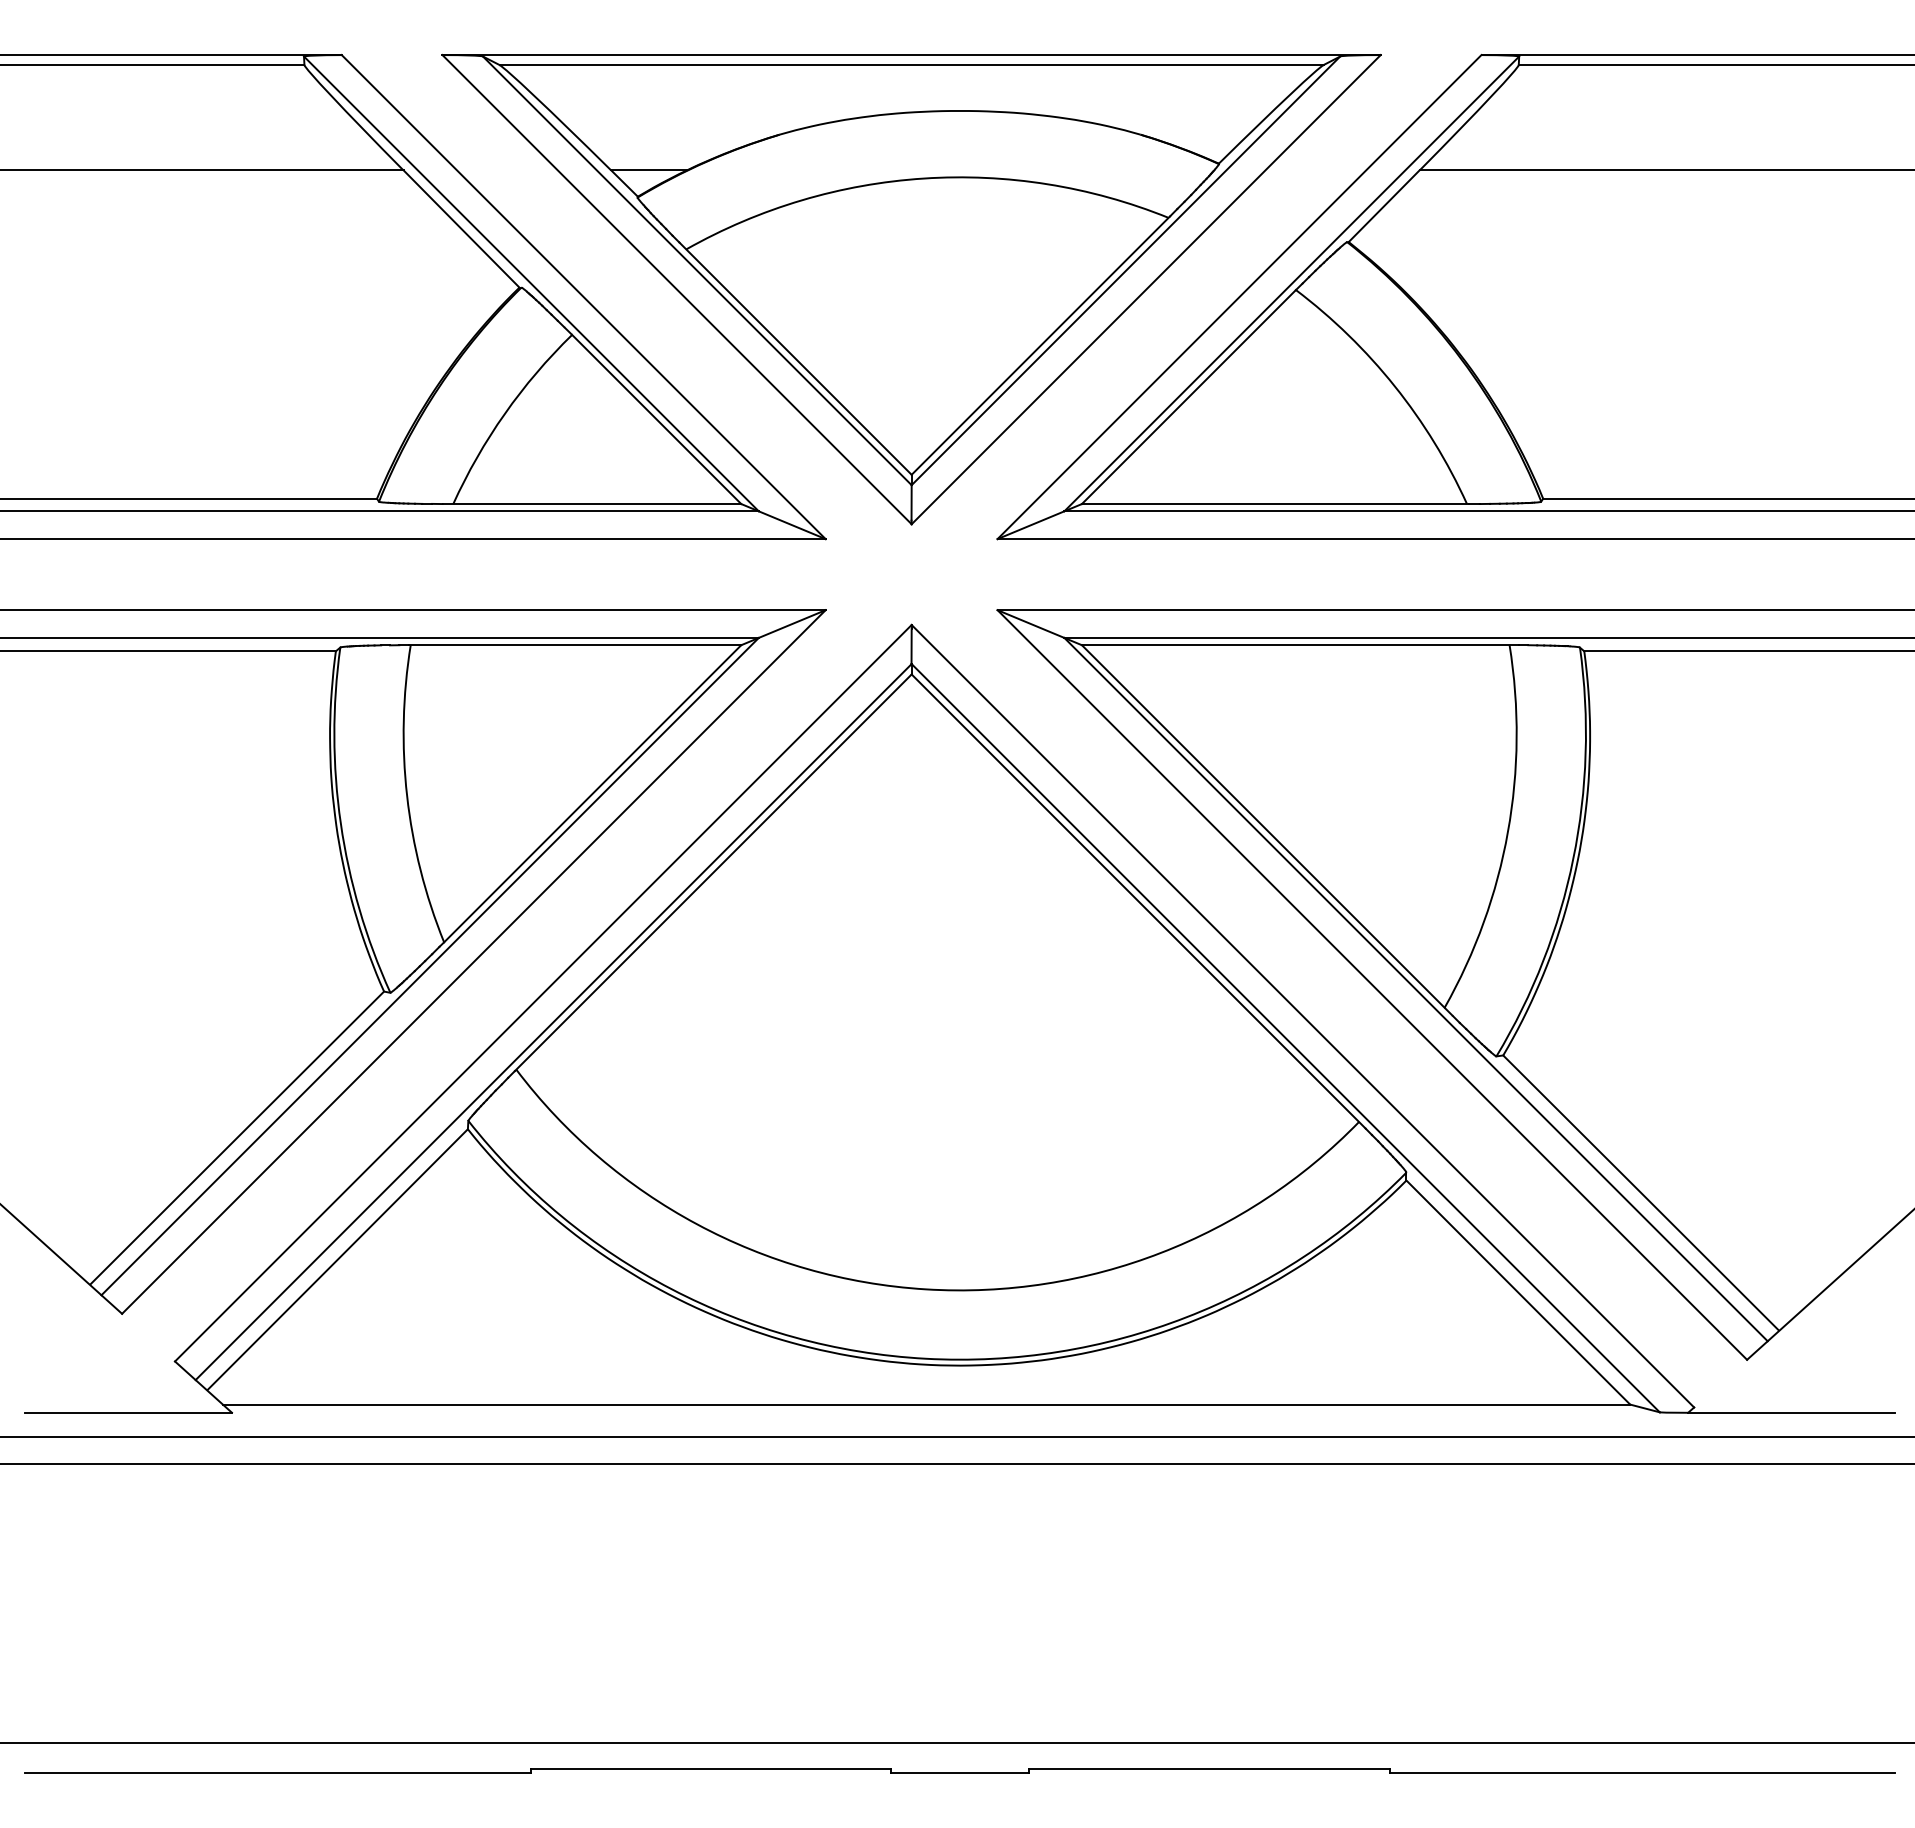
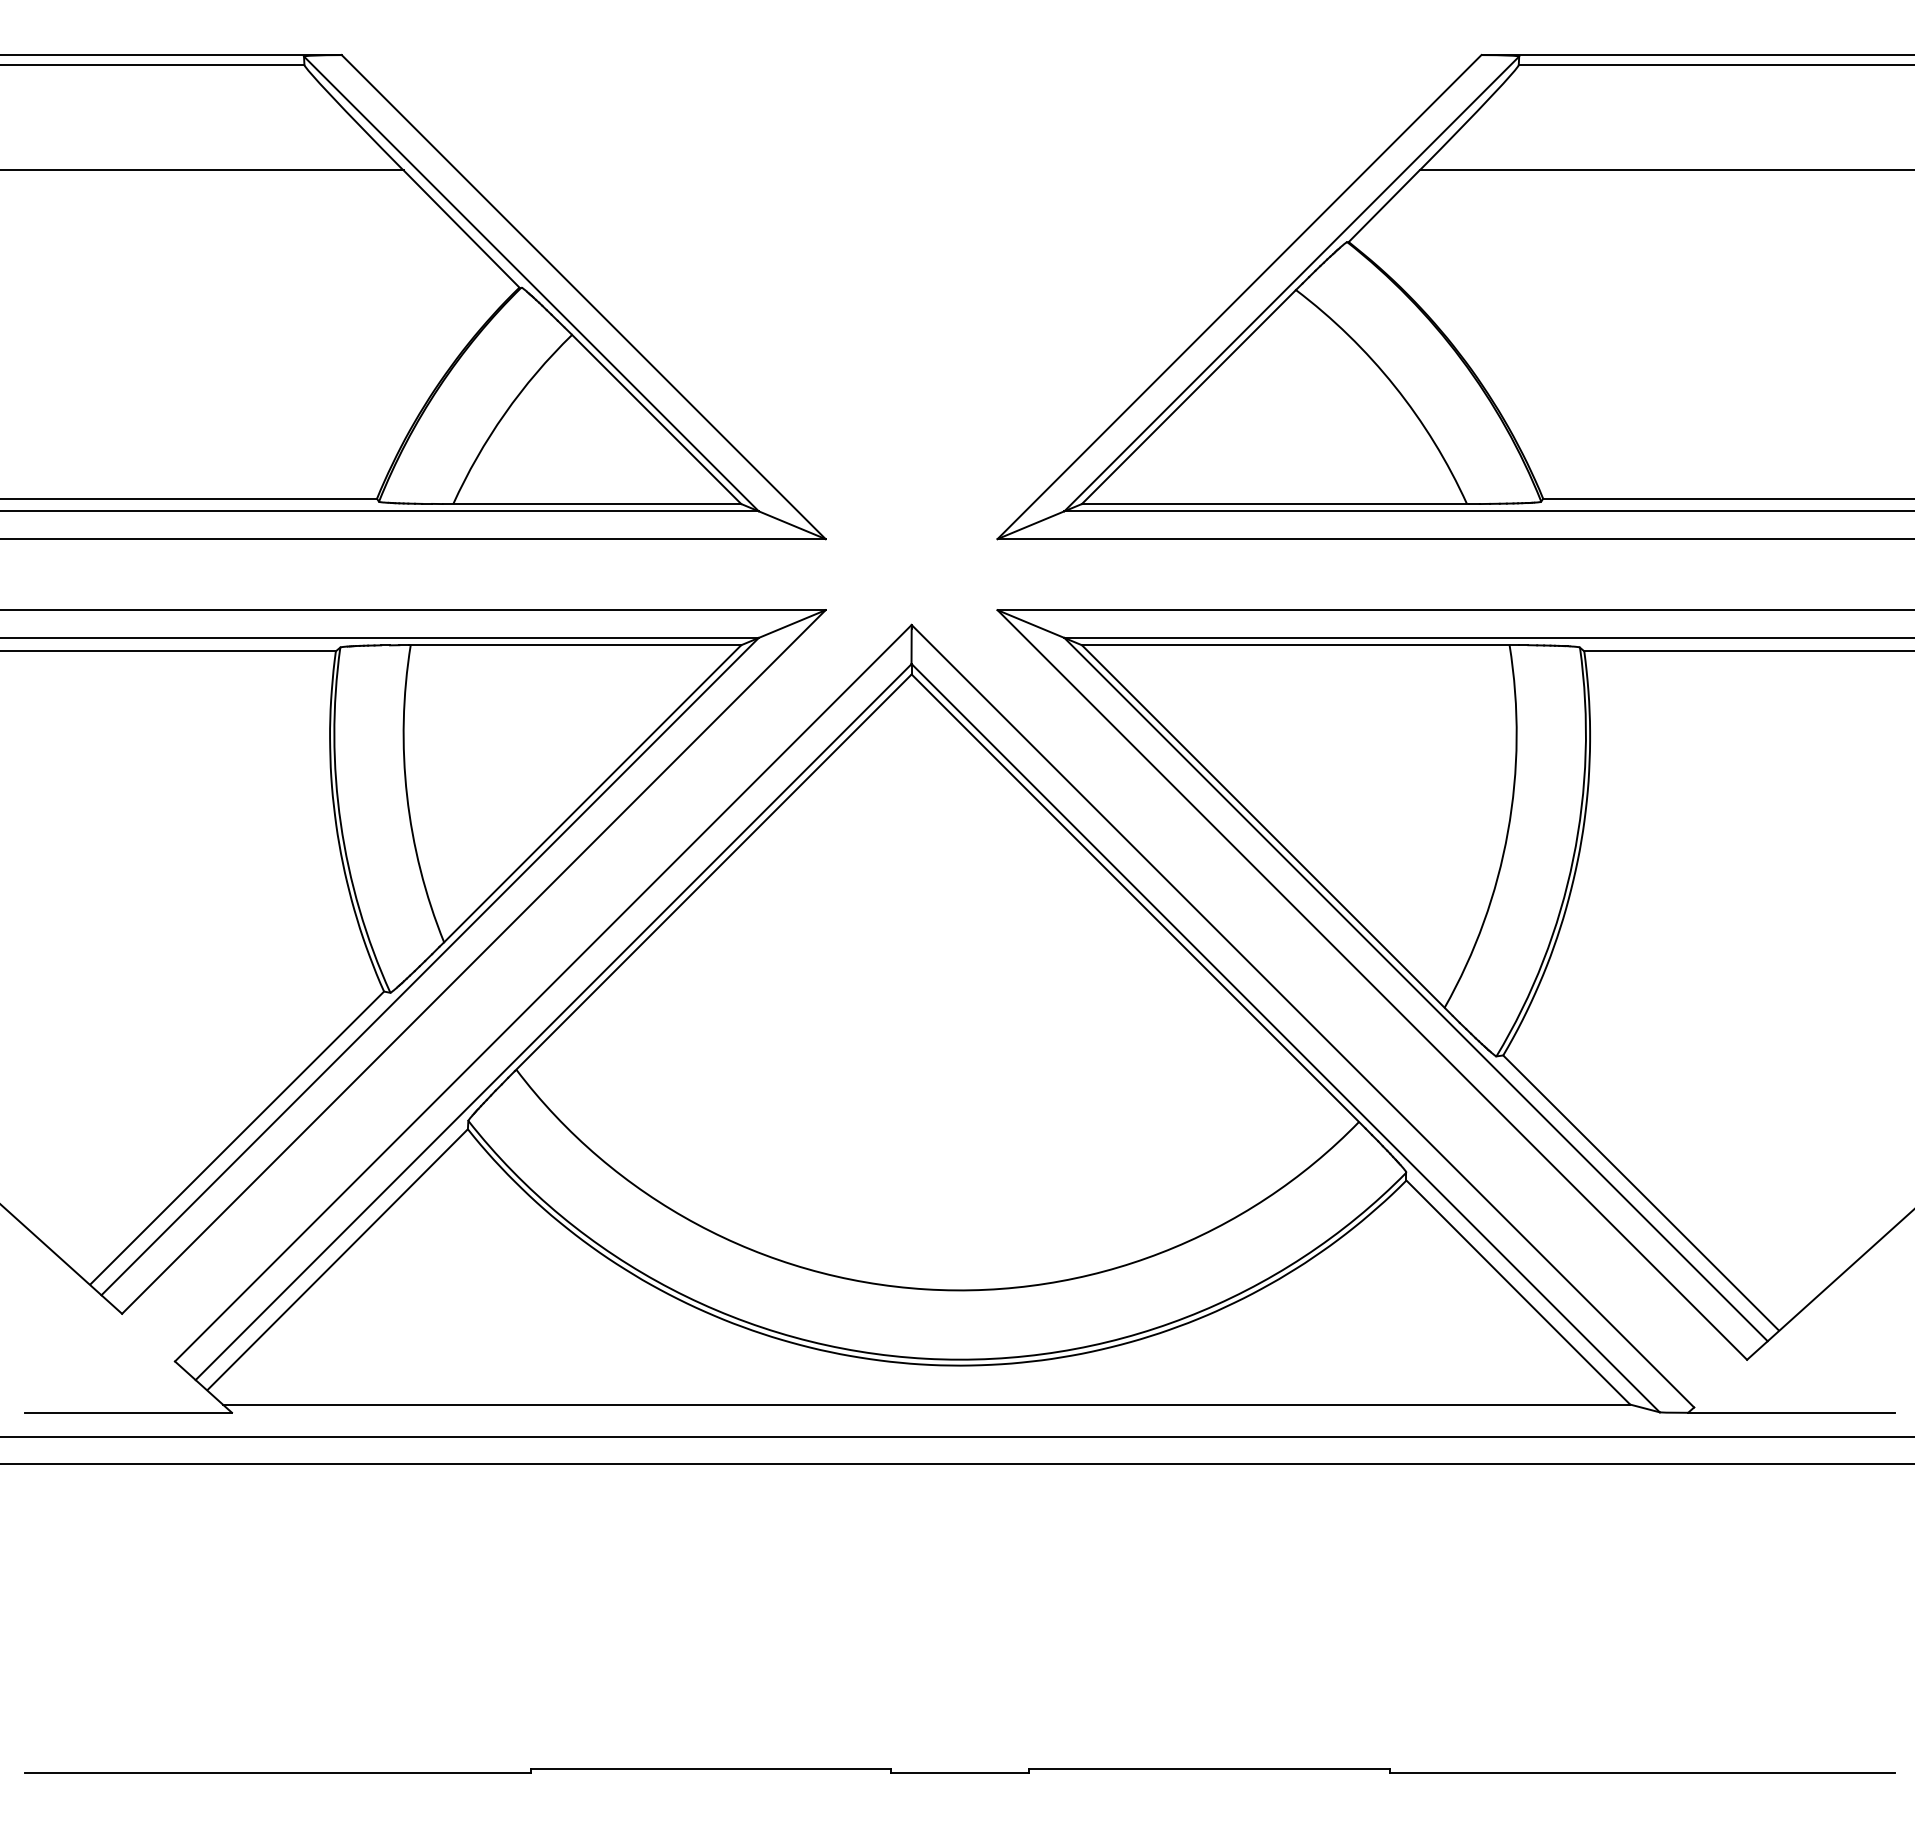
part at (911, 289): present -> none
line at (956, 1742): present -> none
